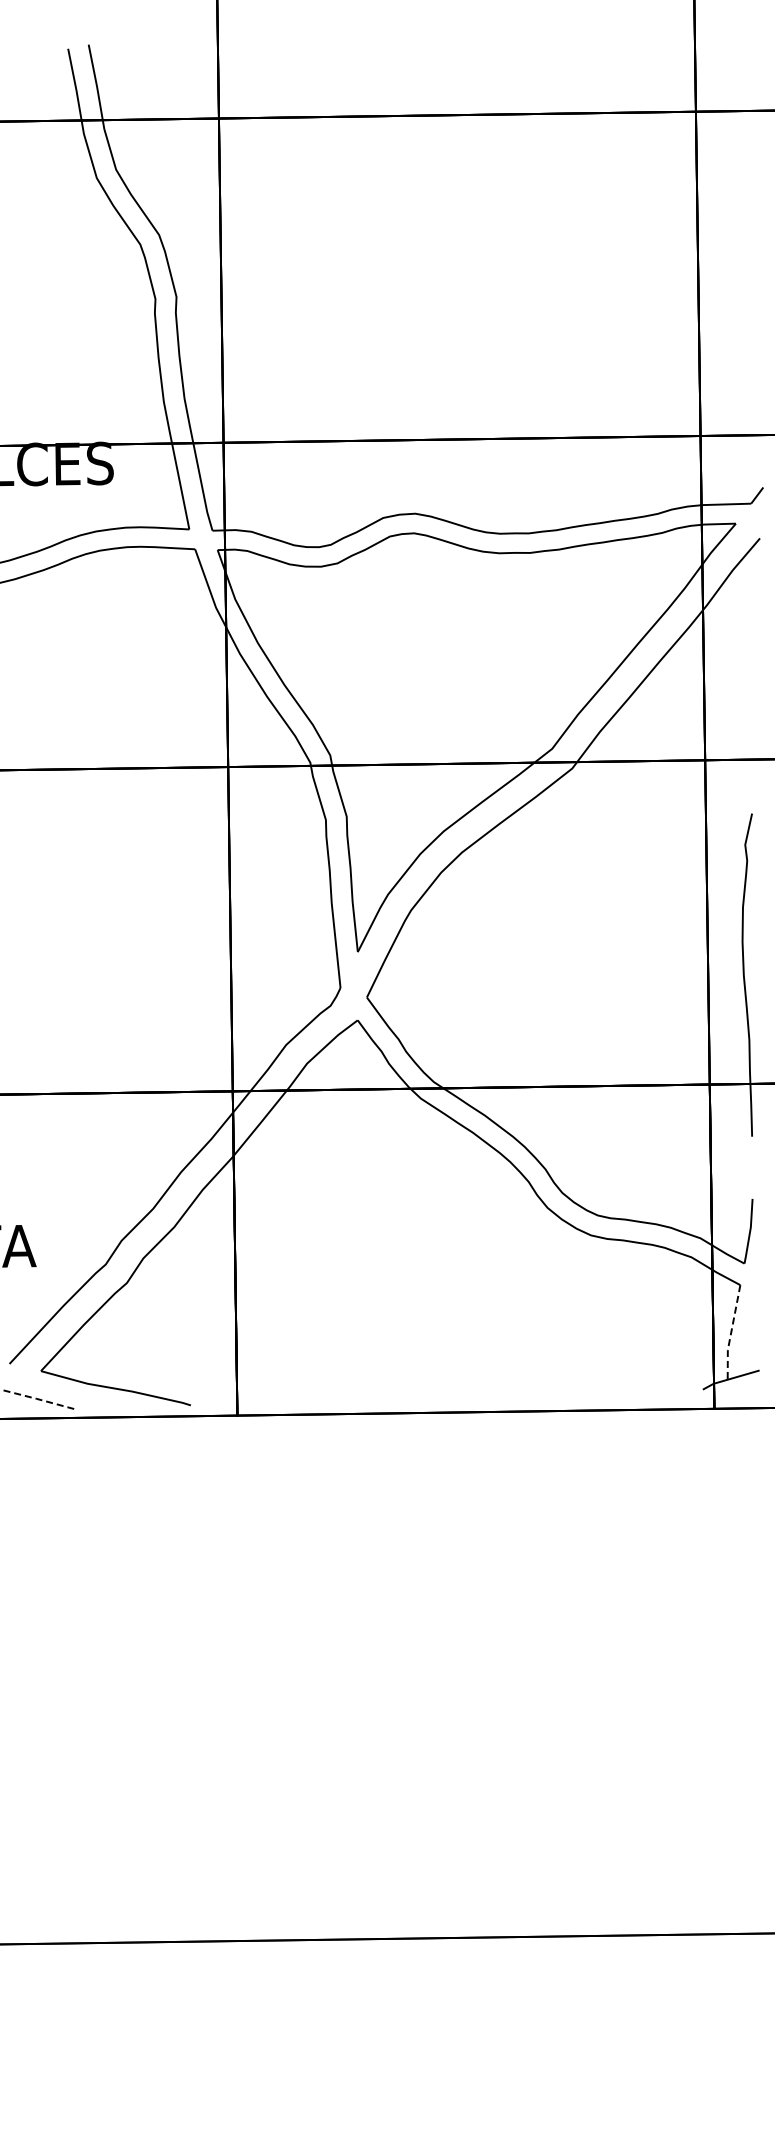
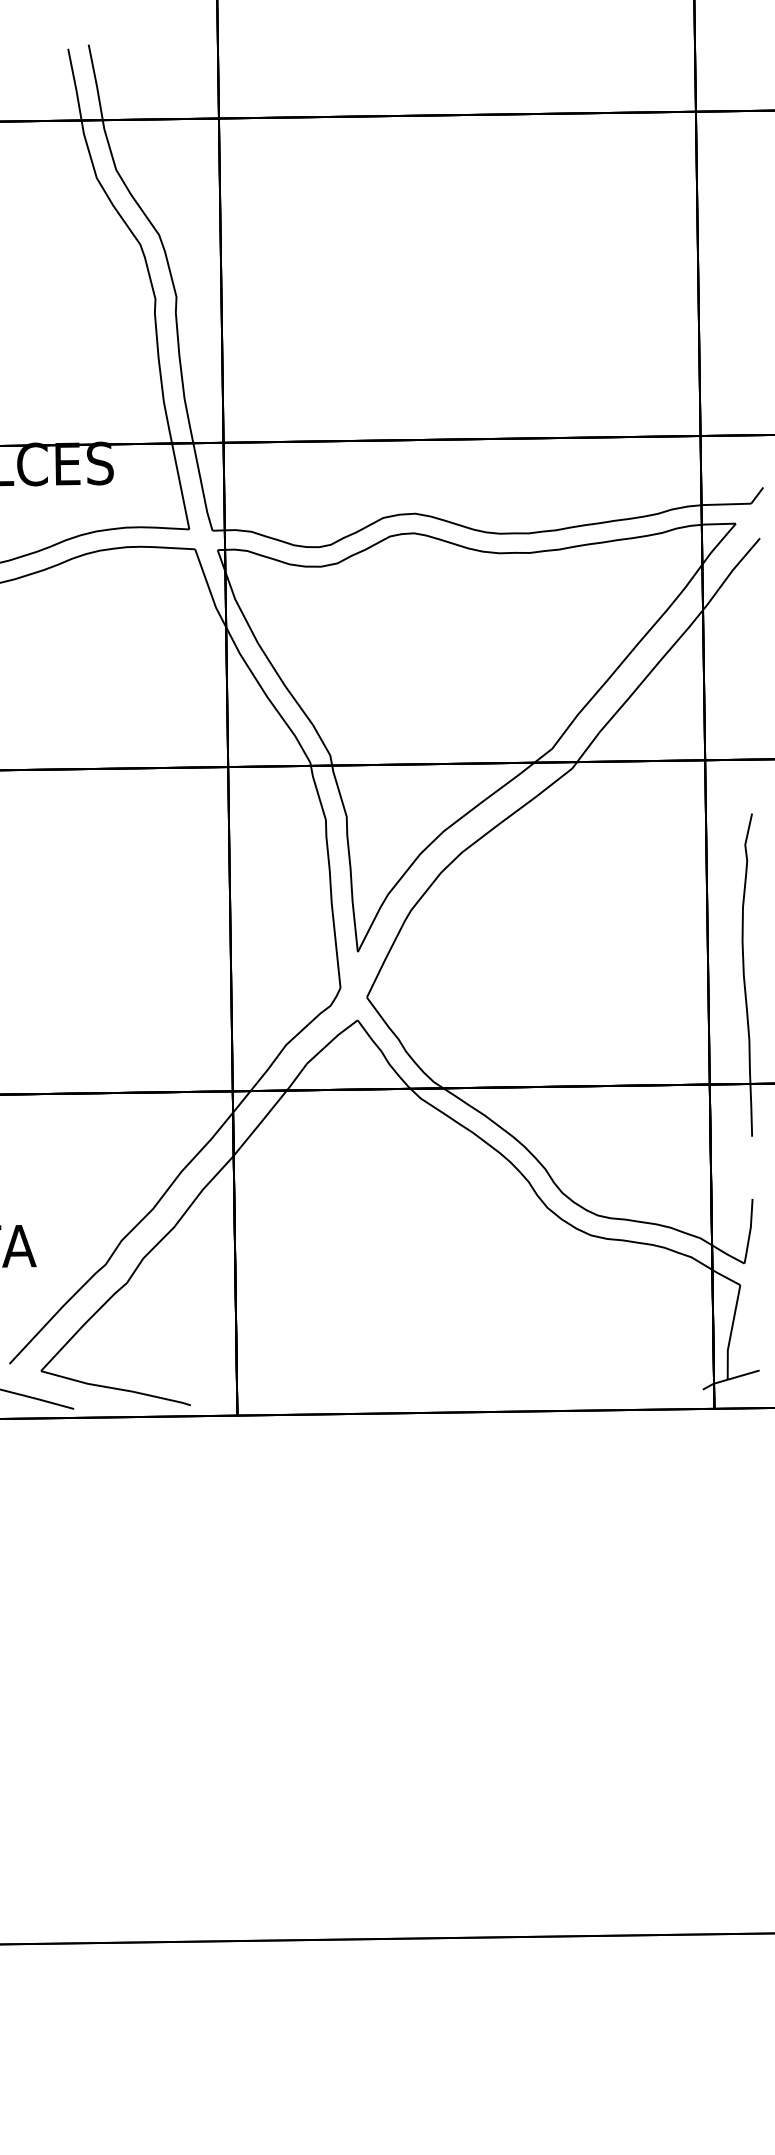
line at (731, 1332): dashed -> solid
line at (36, 1398): dashed -> solid
